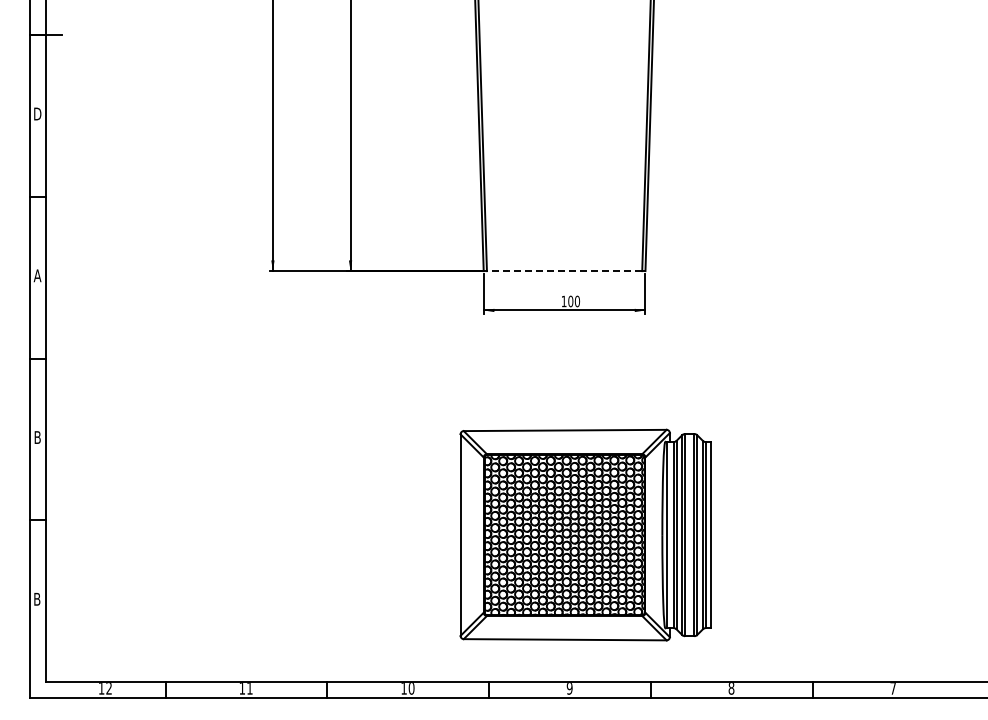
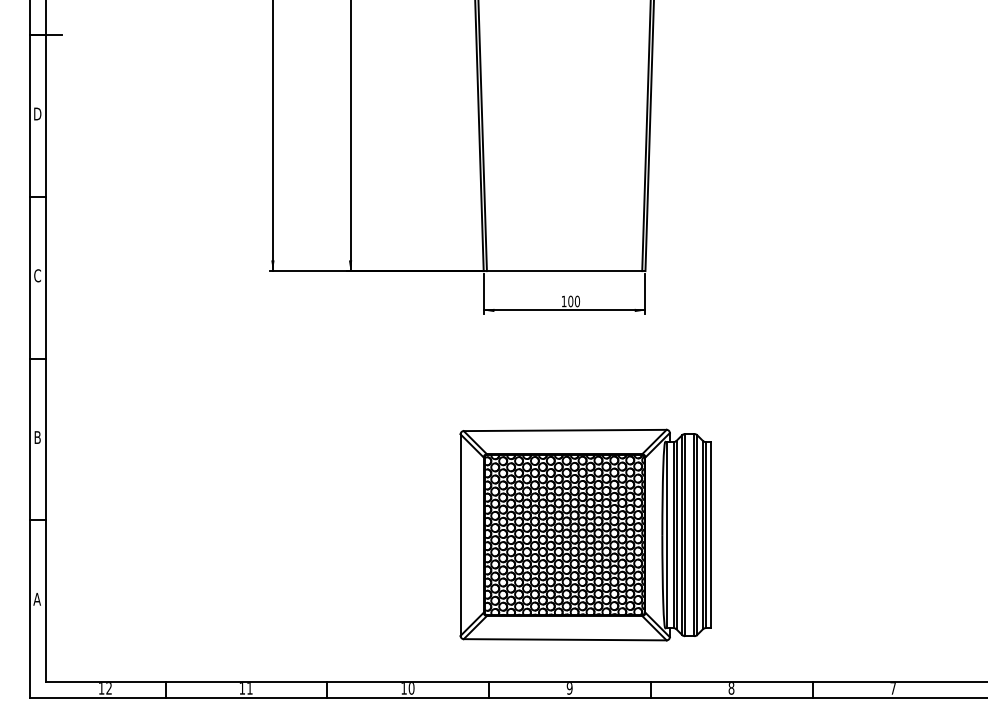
line at (564, 271): dashed -> solid
text at (37, 275): A -> C
text at (36, 598): B -> A
